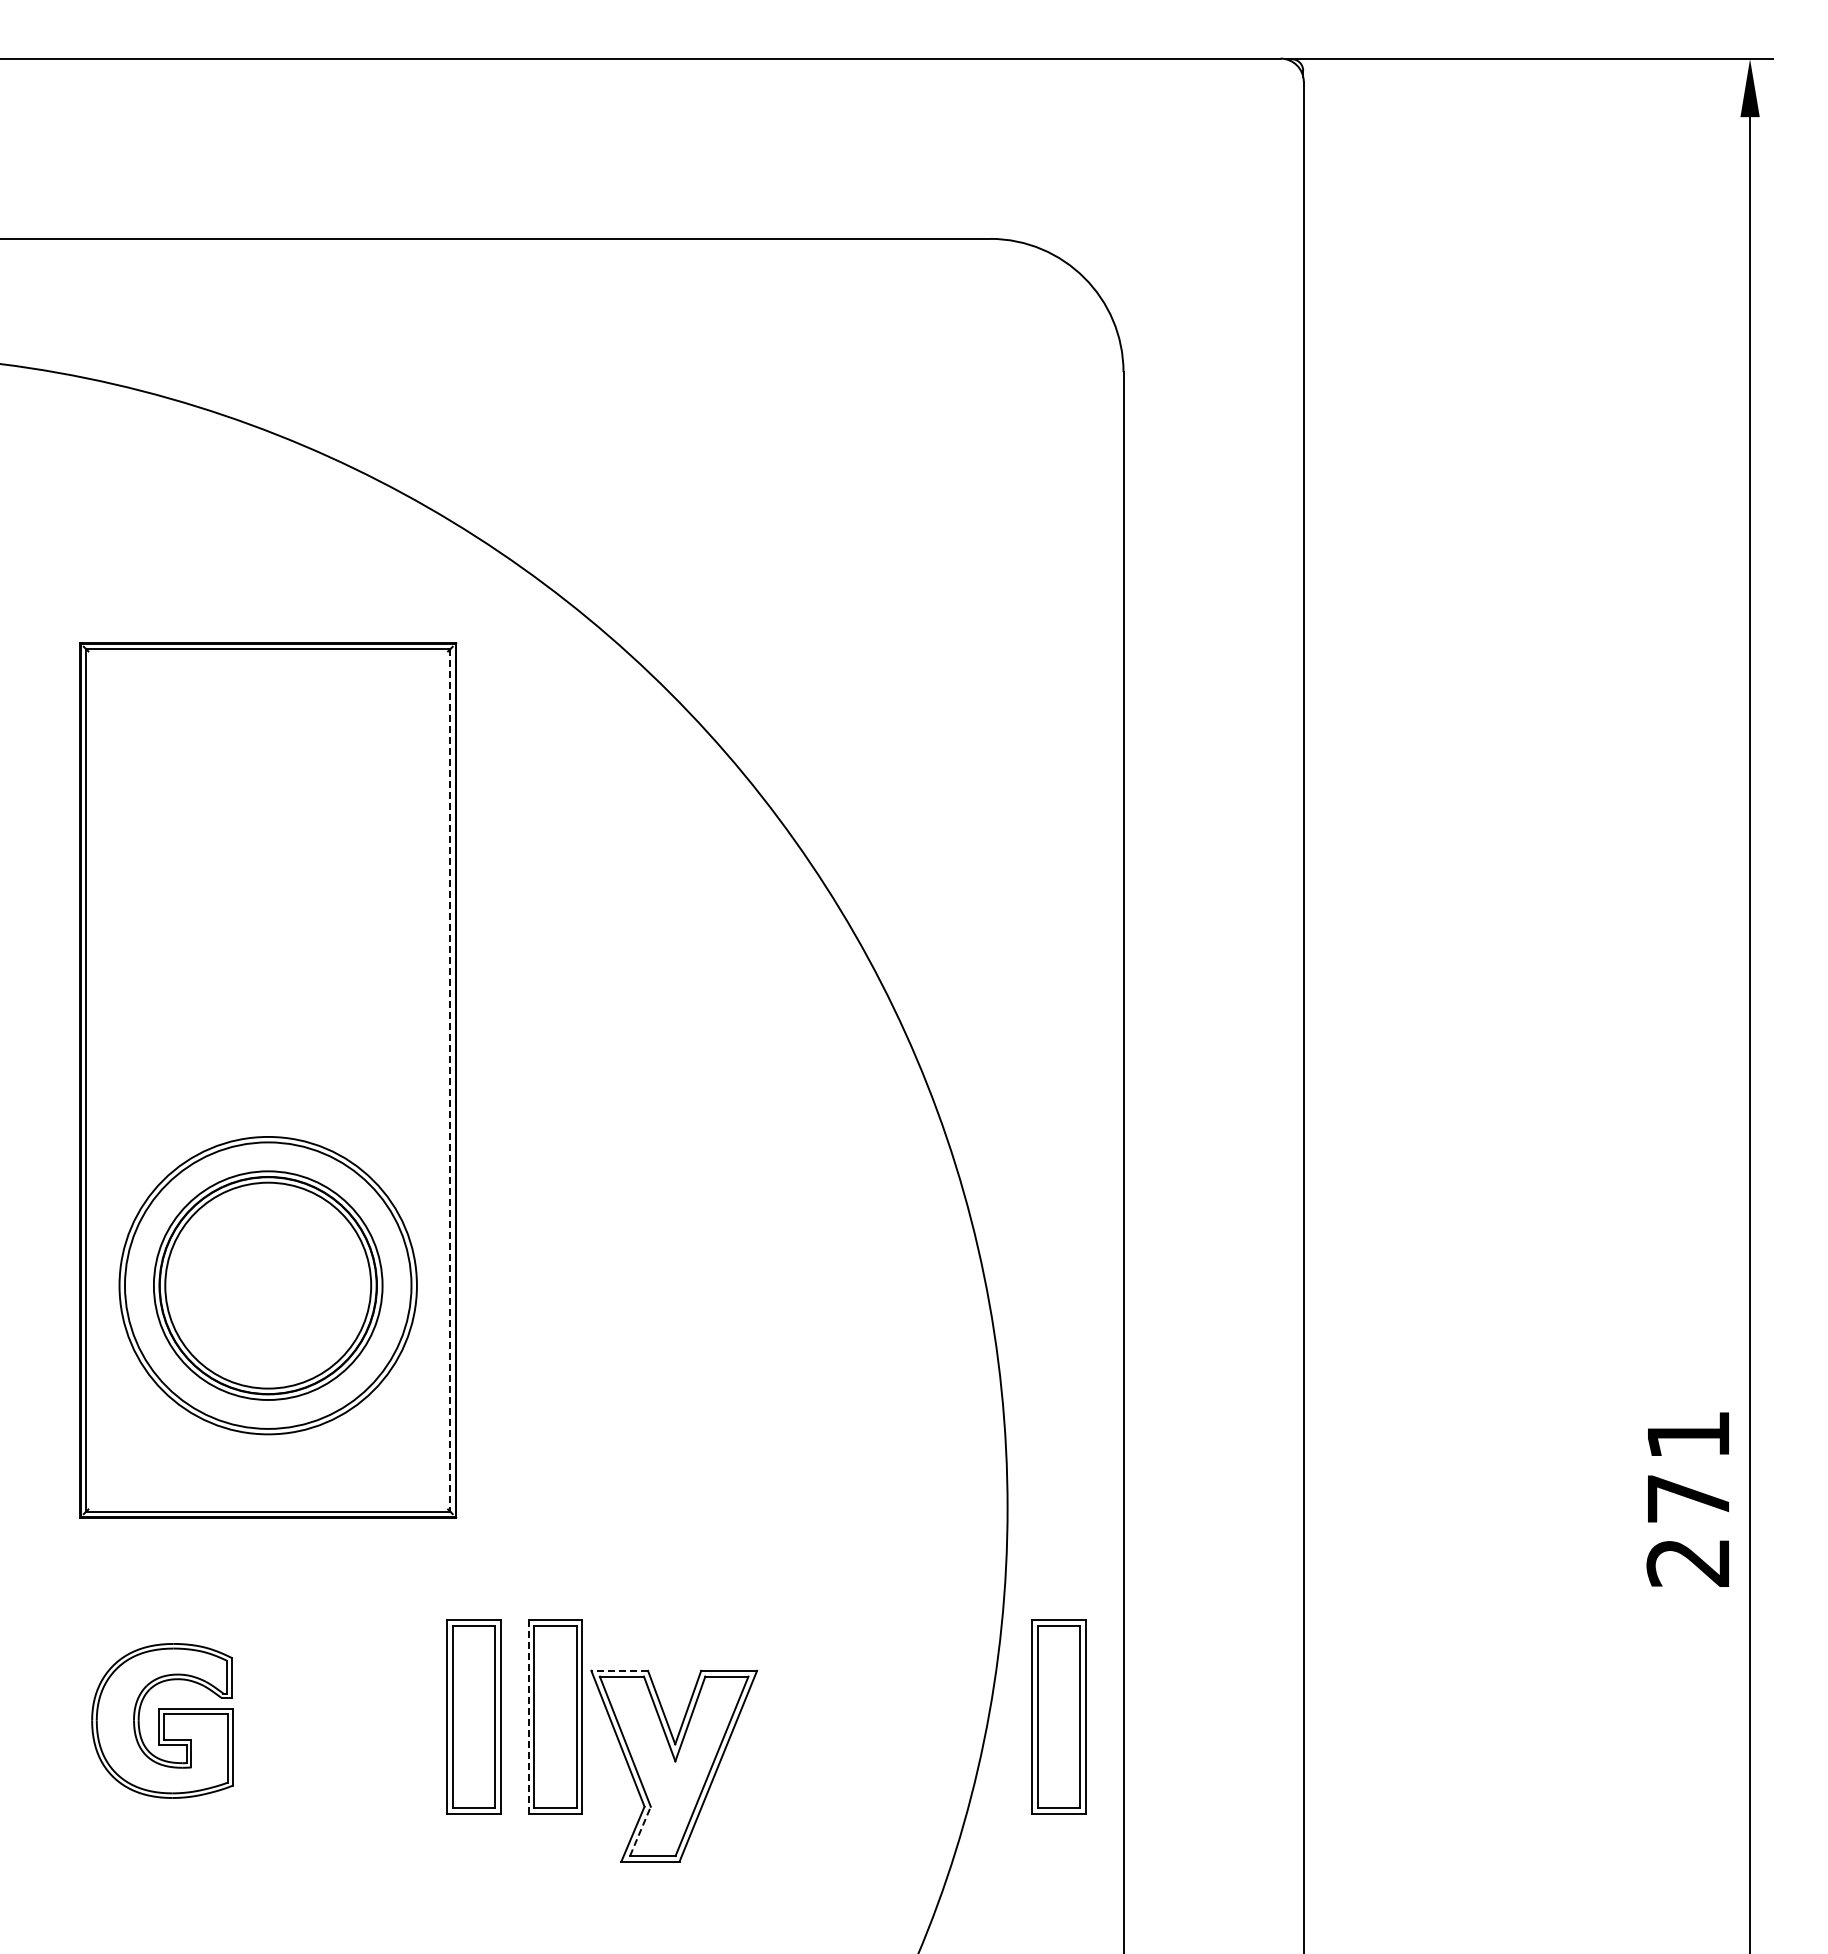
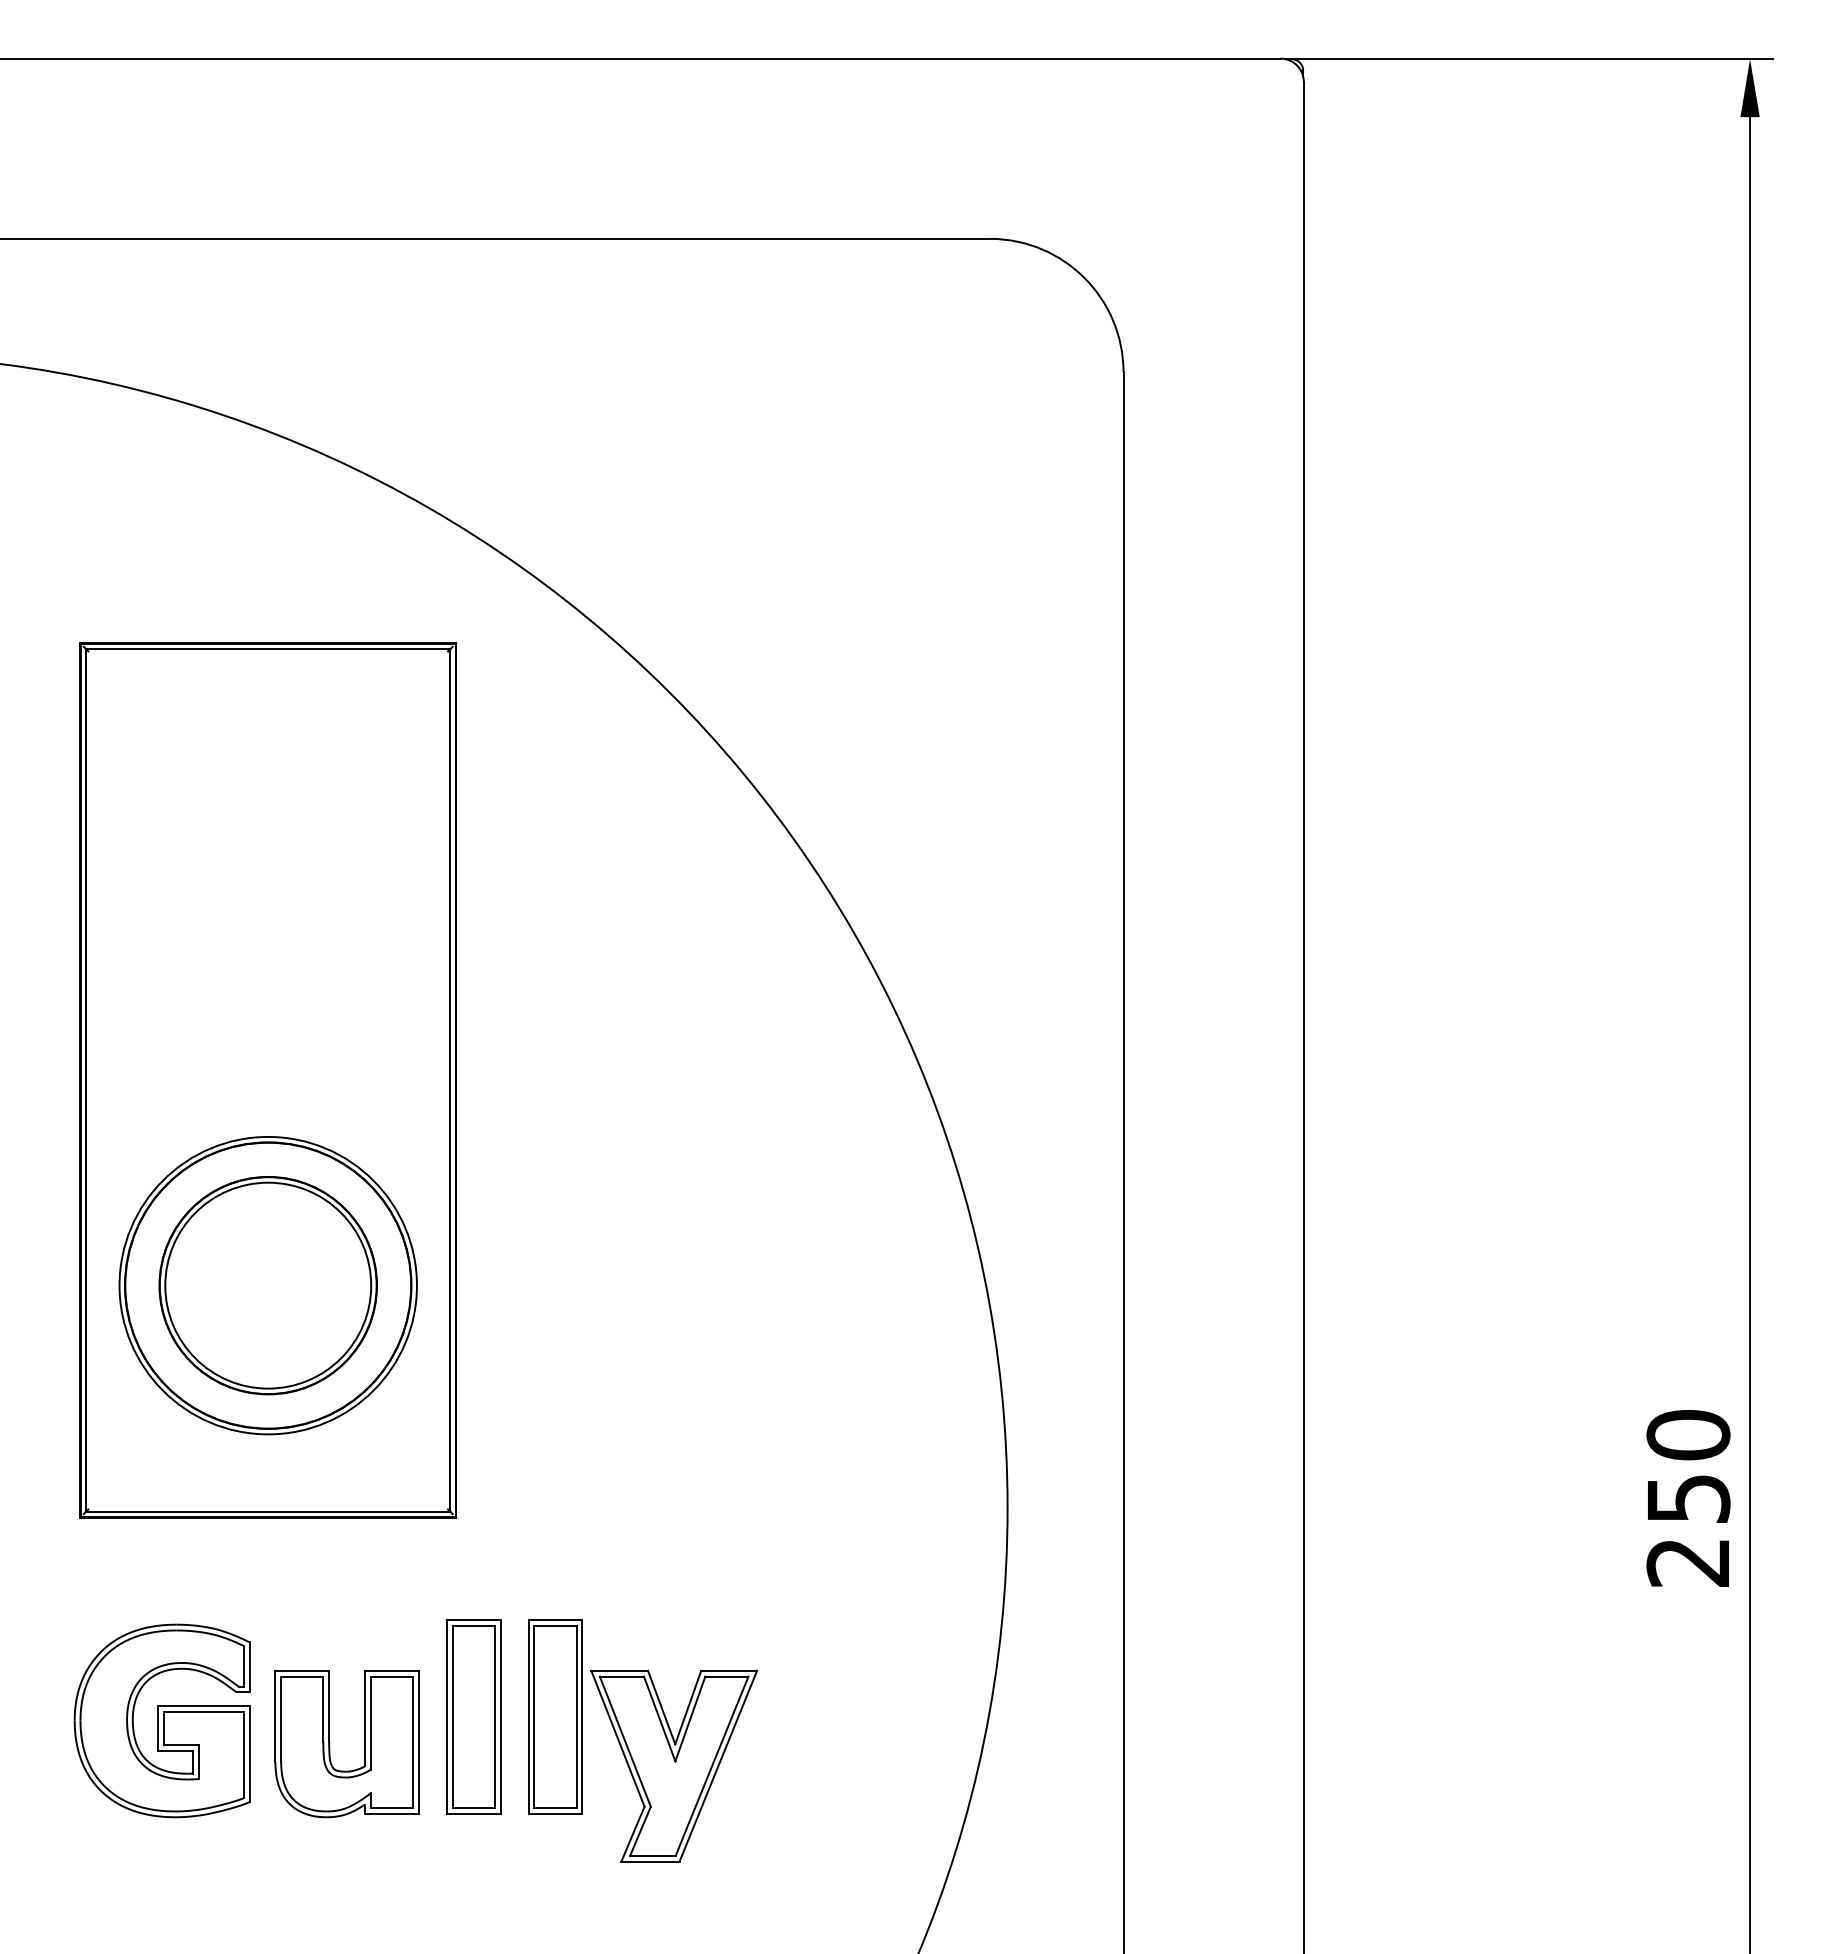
line at (450, 1080): dashed -> solid
circle at (267, 1285) diameter: 229 px -> 286 px
text at (1688, 1466): 271 -> 250
line at (619, 1670): dashed -> solid
line at (528, 1716): dashed -> solid
part at (1058, 1716): present -> none
part at (162, 1720) size: 143x156 px -> 178x196 px
part at (330, 1744): none -> present
line at (640, 1831): dashed -> solid
